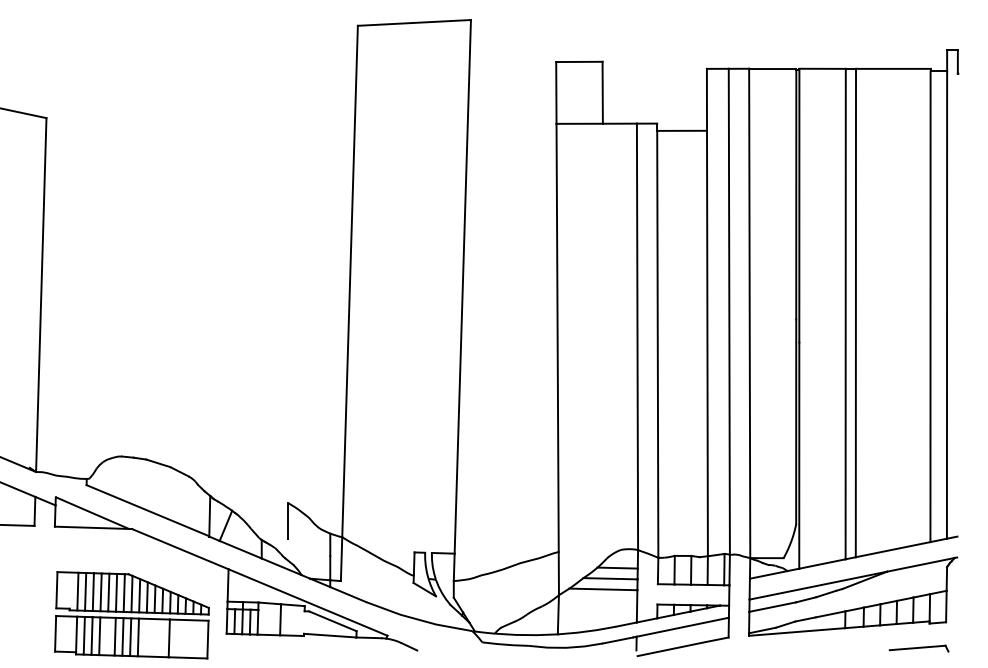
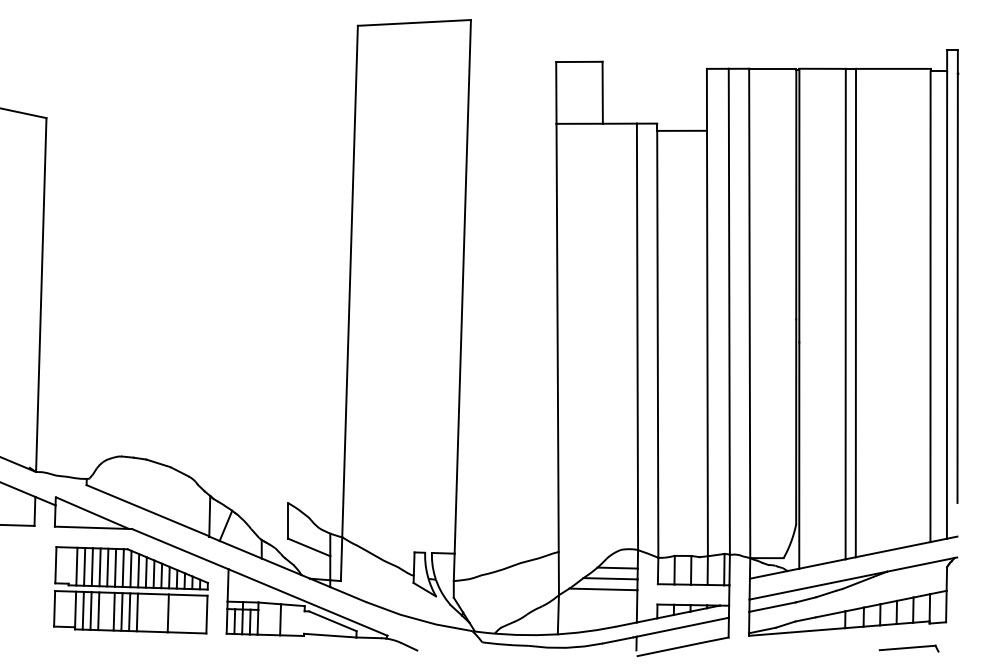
line at (957, 287): none -> present
line at (309, 547): none -> present
part at (131, 615) position: (131, 615) -> (130, 590)
part at (918, 648) position: (918, 648) -> (908, 648)
